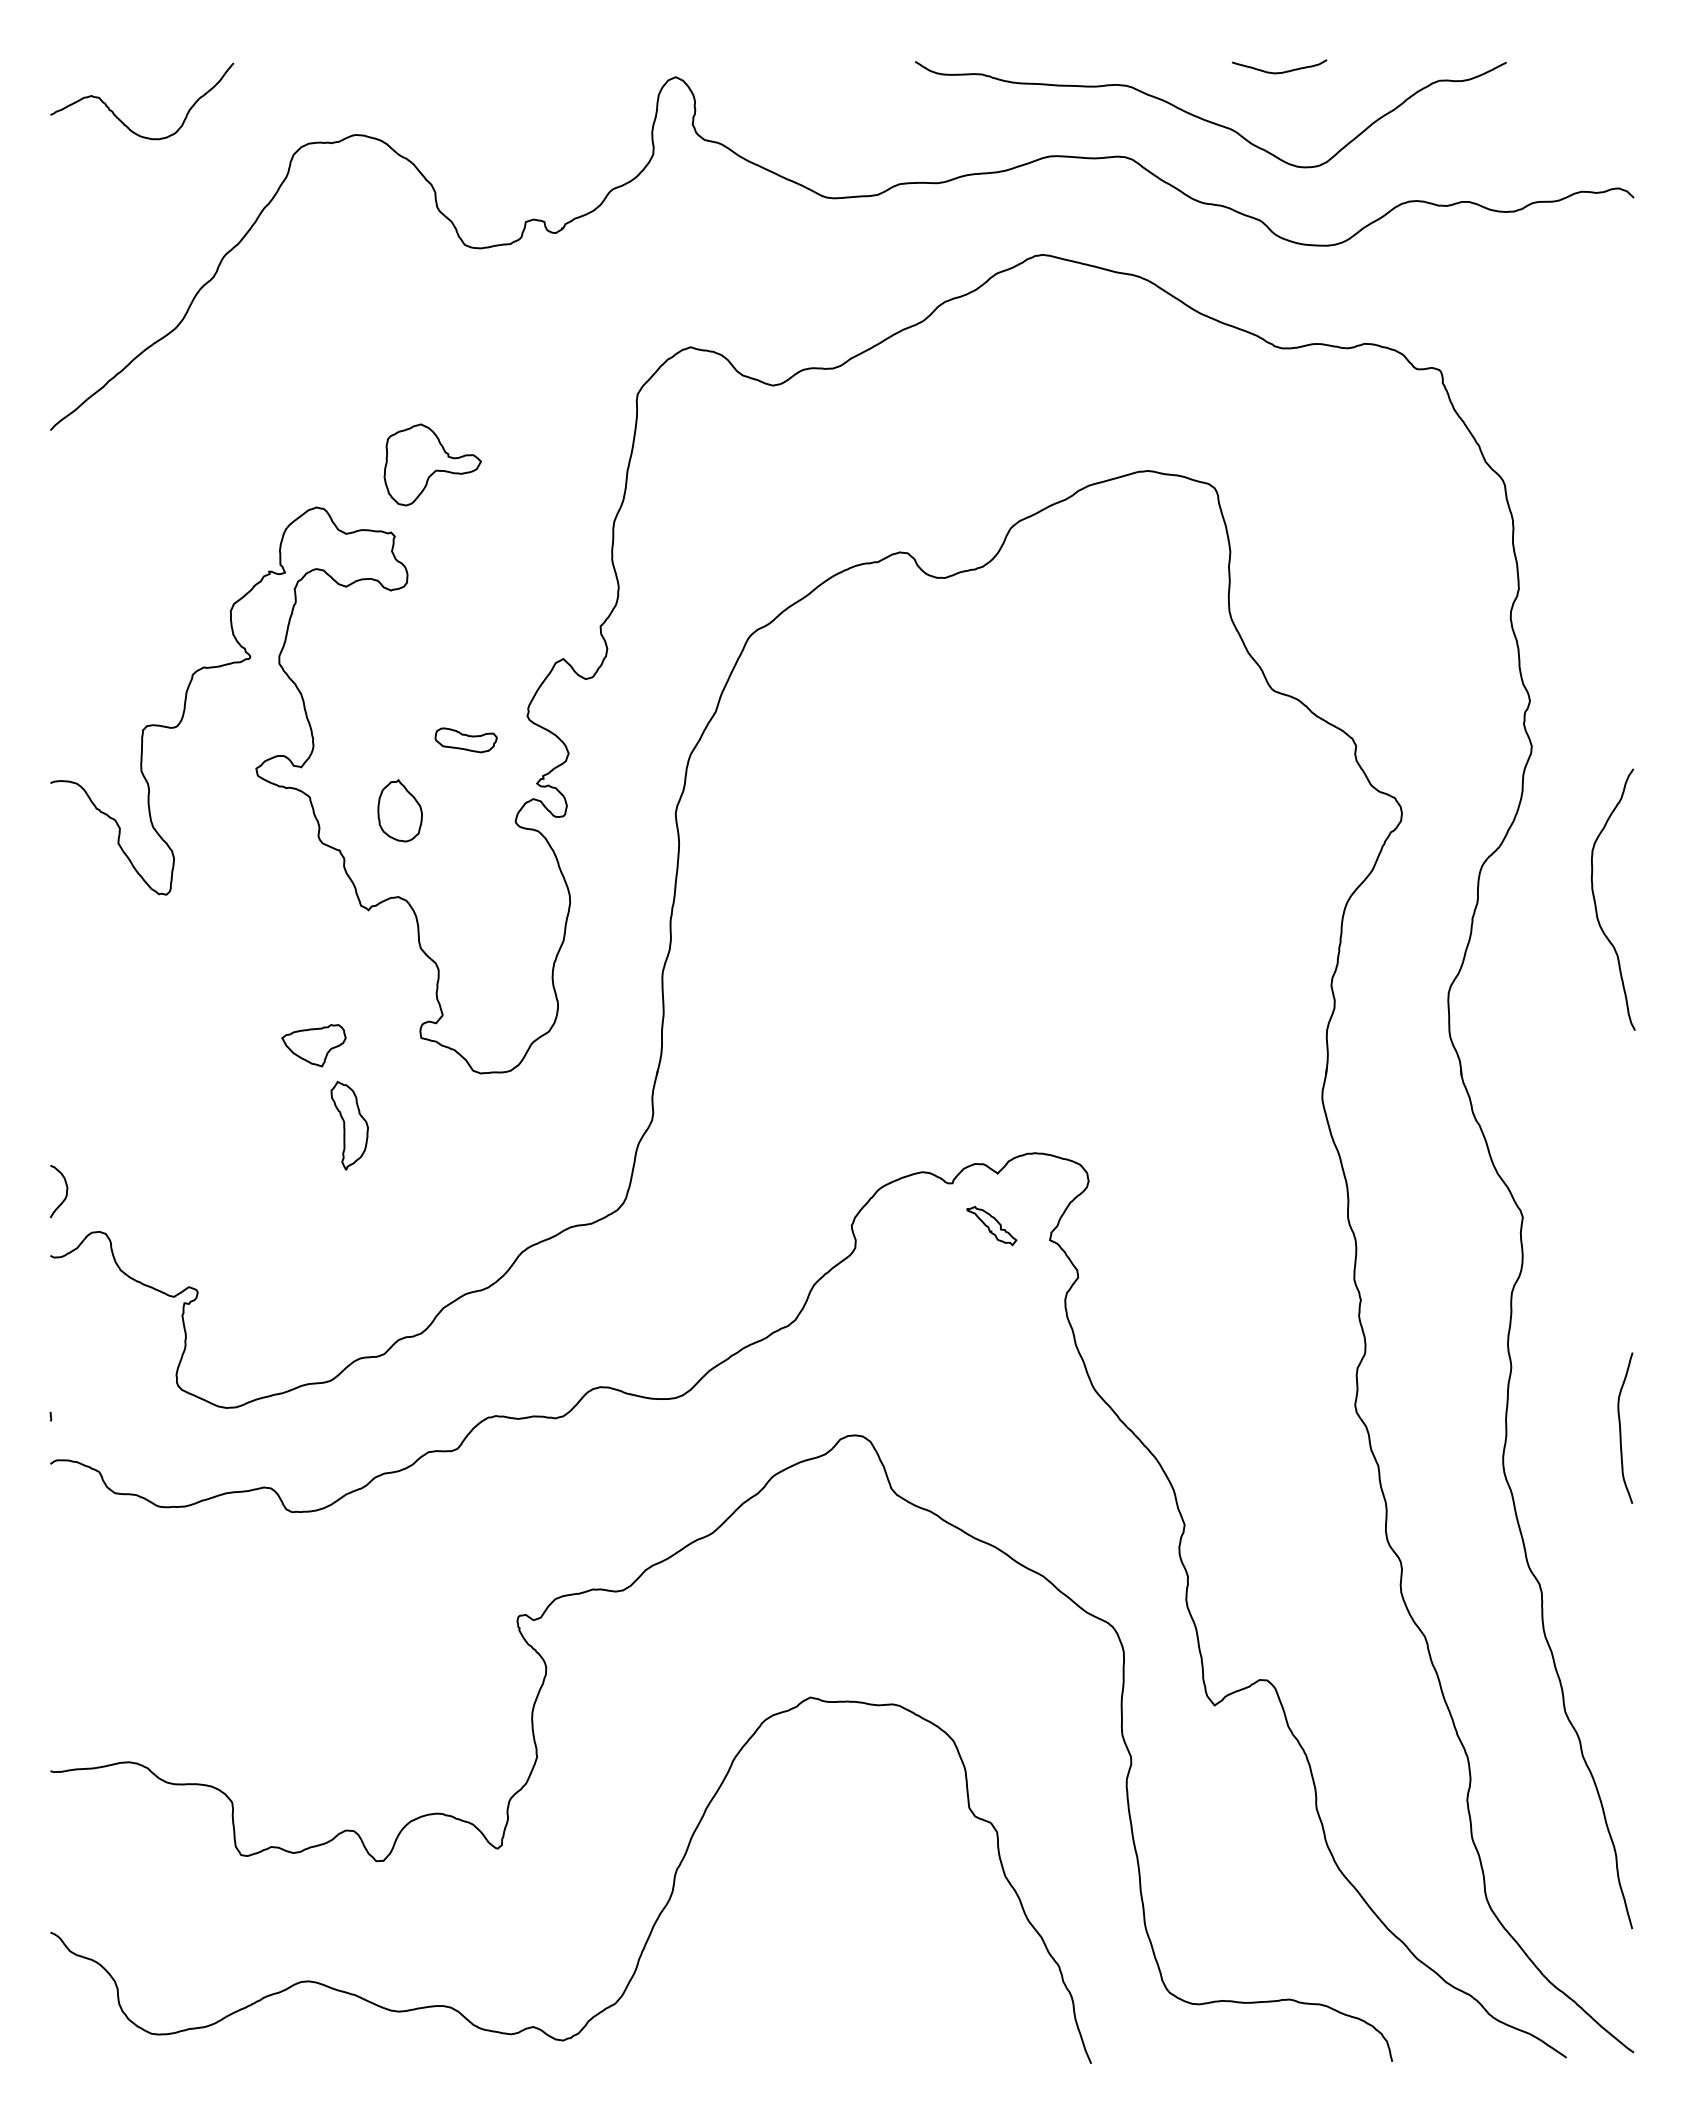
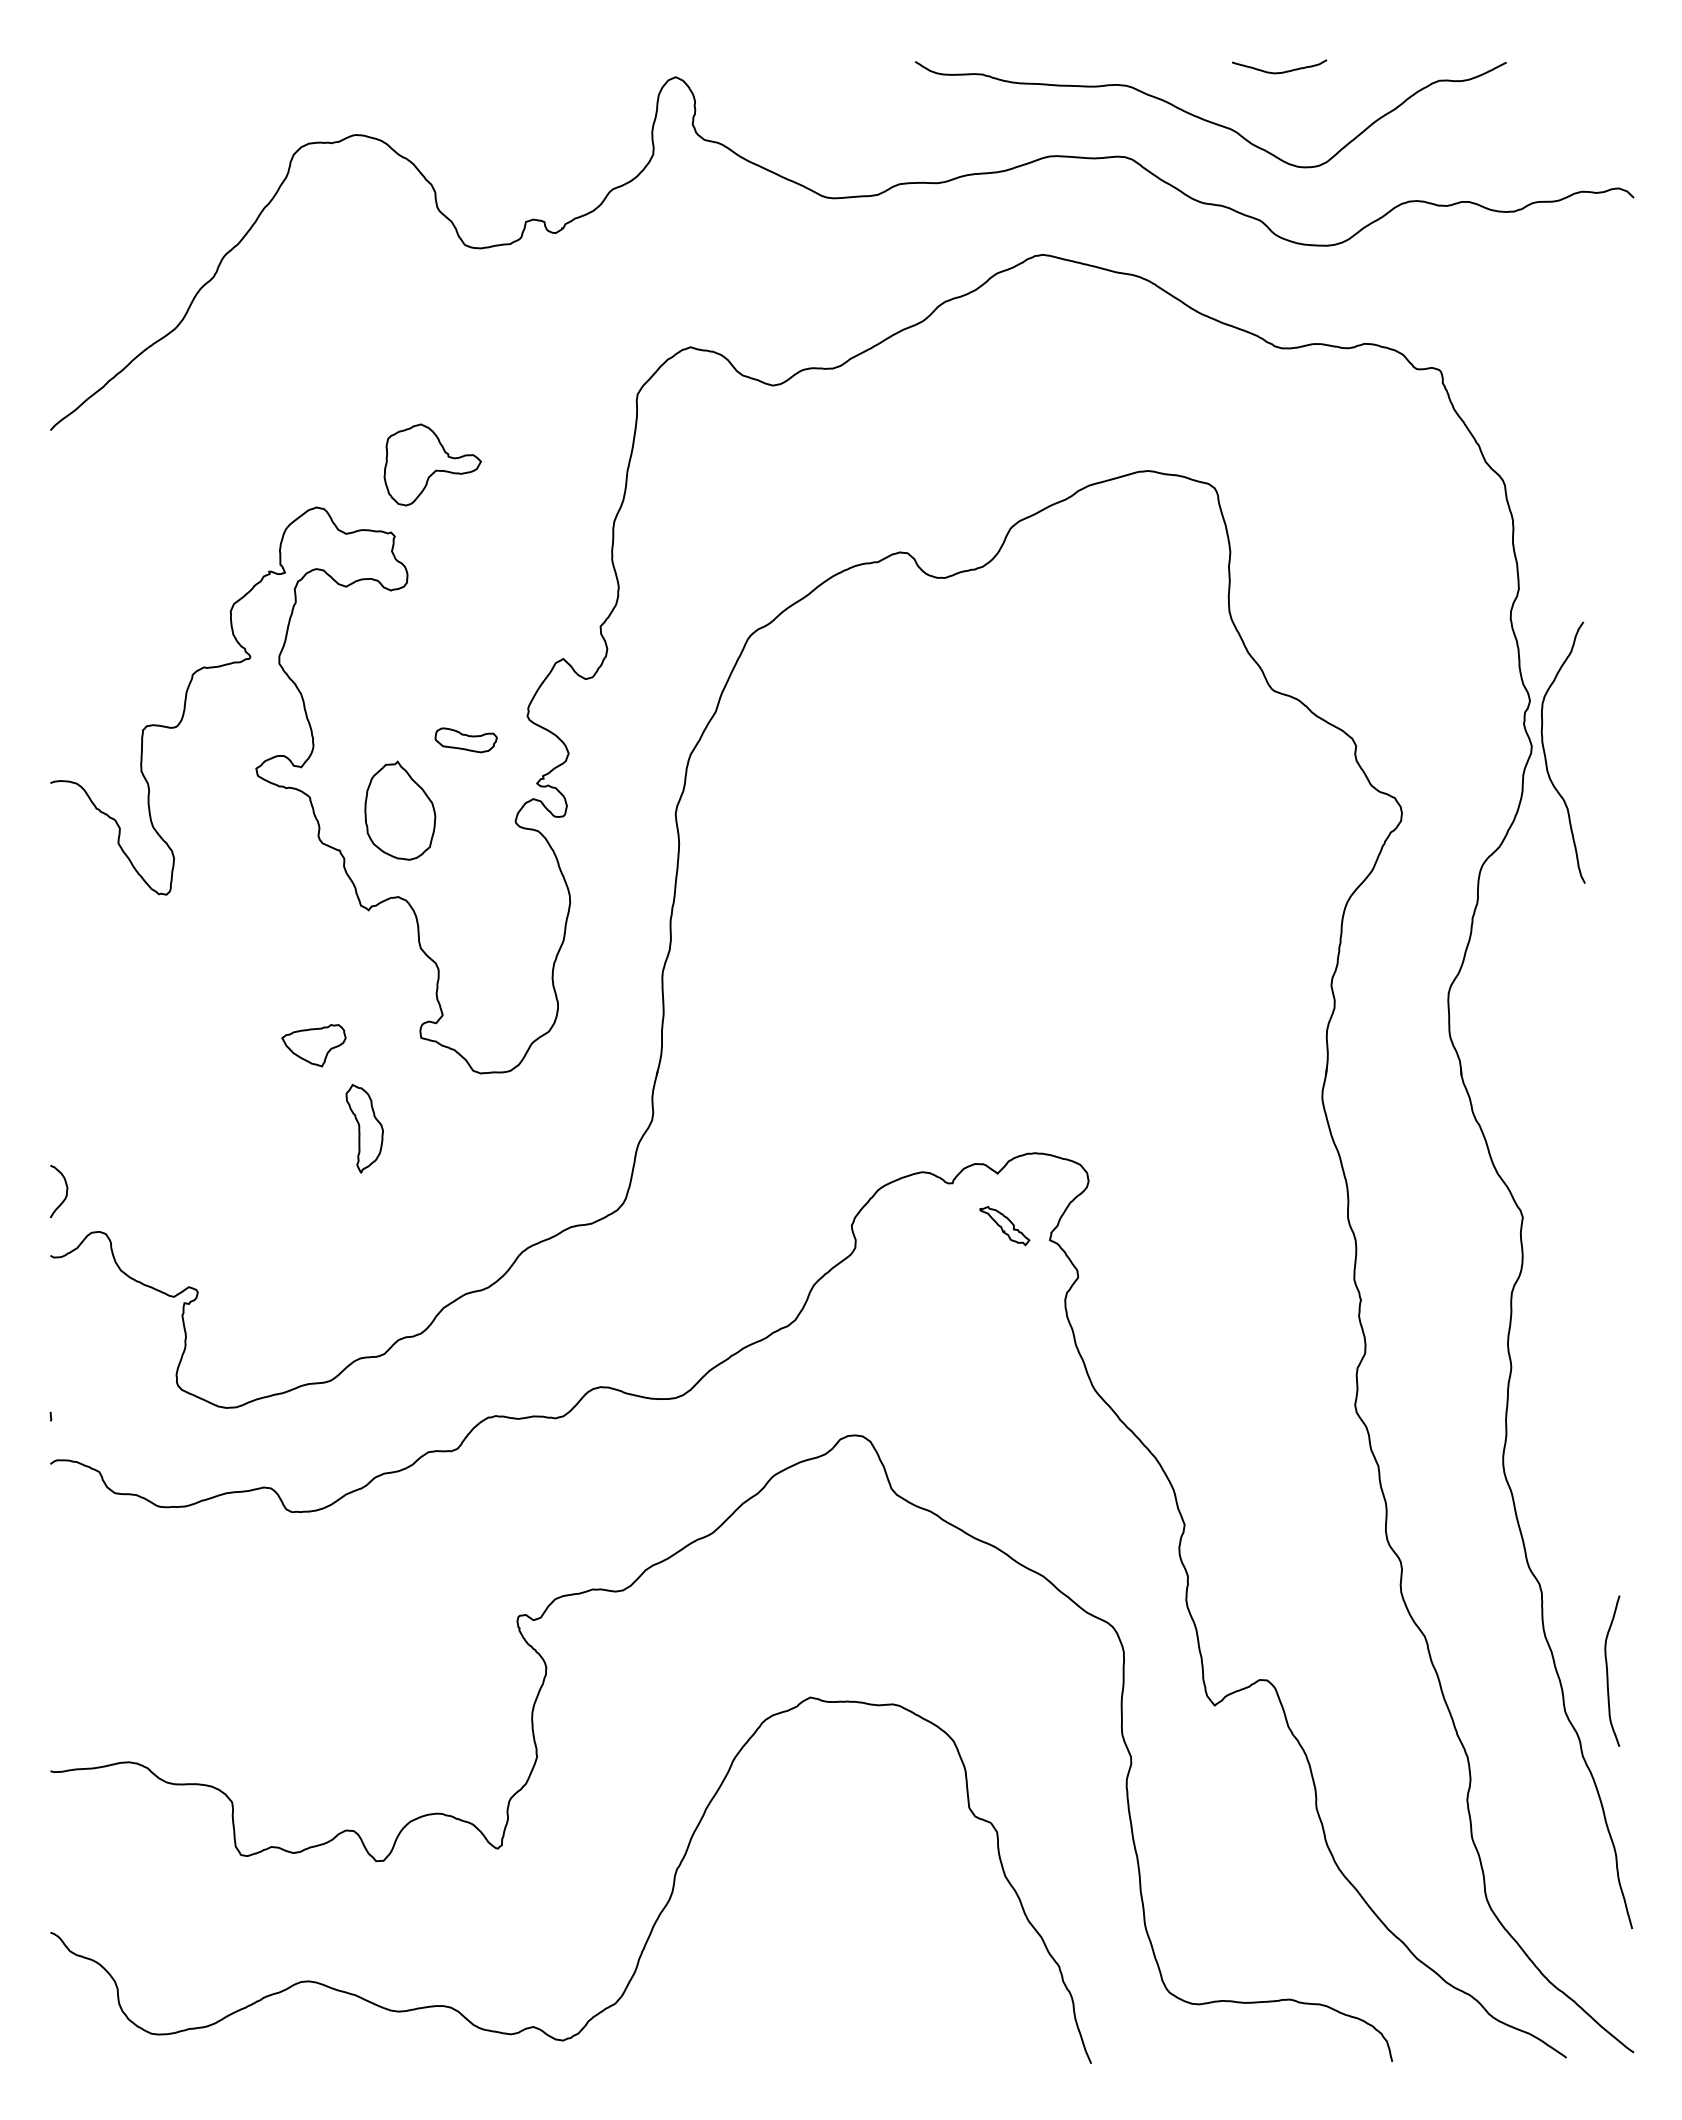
curve at (122, 121): present -> none
part at (399, 810) size: 46x64 px -> 73x101 px
curve at (1596, 903) position: (1596, 903) -> (1546, 756)
part at (349, 1125) position: (349, 1125) -> (364, 1128)
part at (991, 1226) position: (991, 1226) -> (1004, 1226)
curve at (1621, 1429) position: (1621, 1429) -> (1608, 1672)
